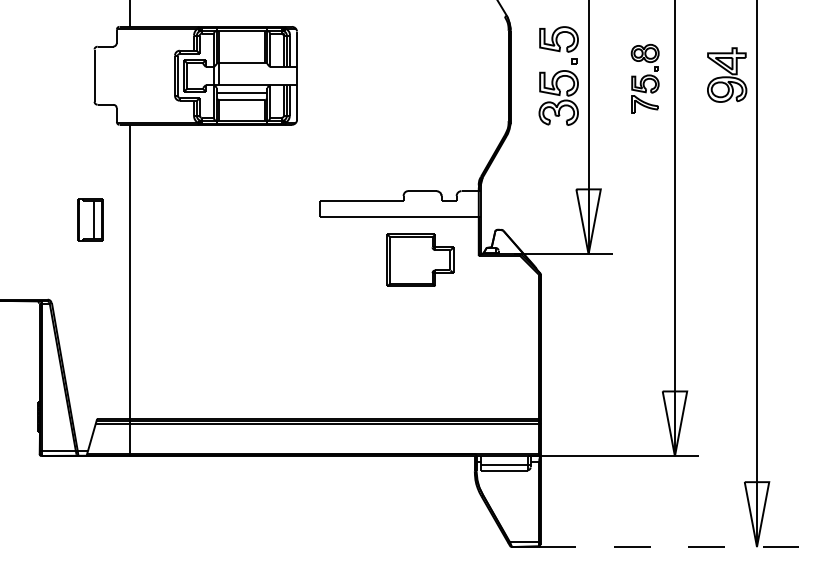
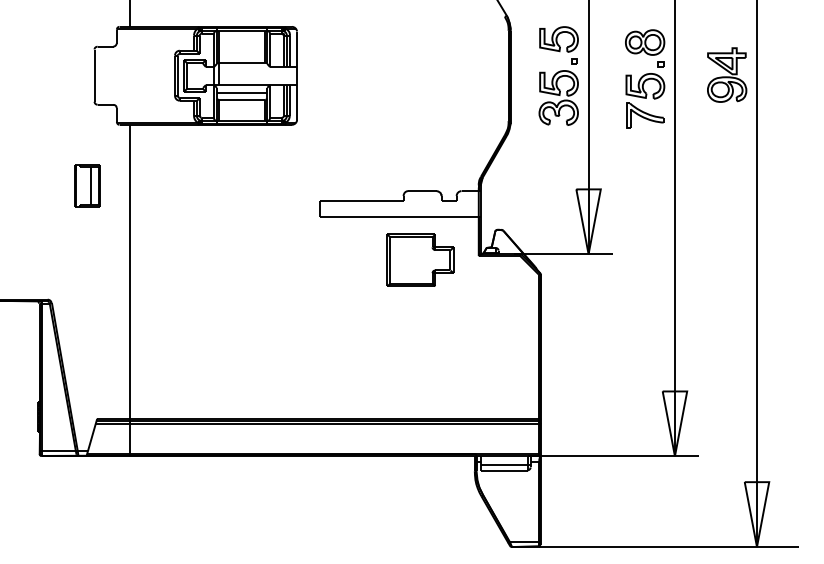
part at (644, 78) size: 30x71 px -> 41x100 px
part at (90, 219) position: (90, 219) -> (87, 185)
line at (669, 547): dashed -> solid
